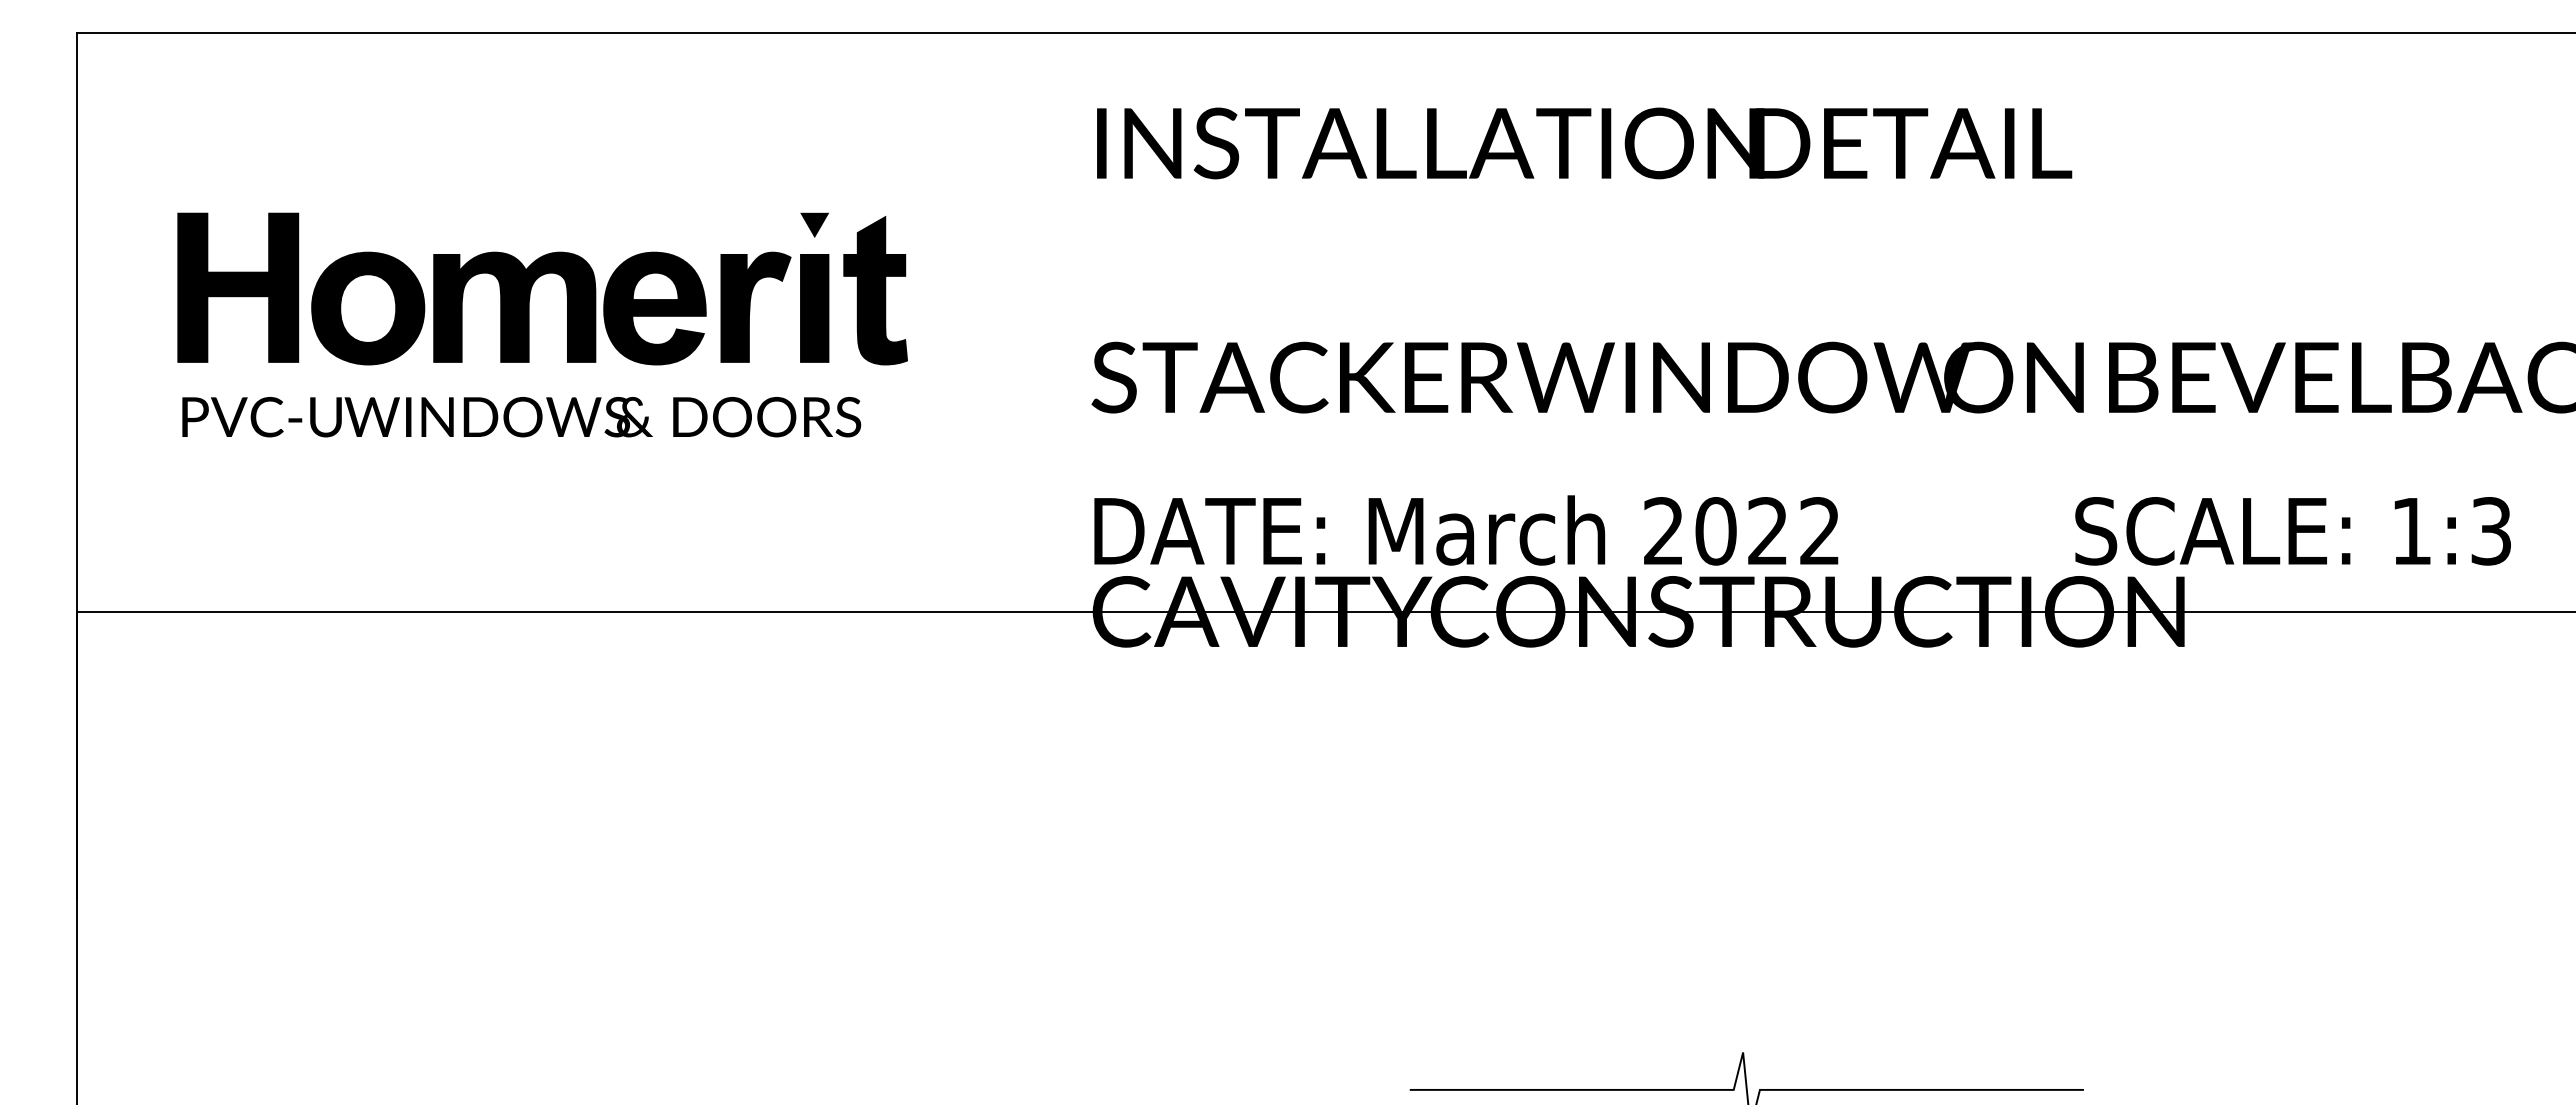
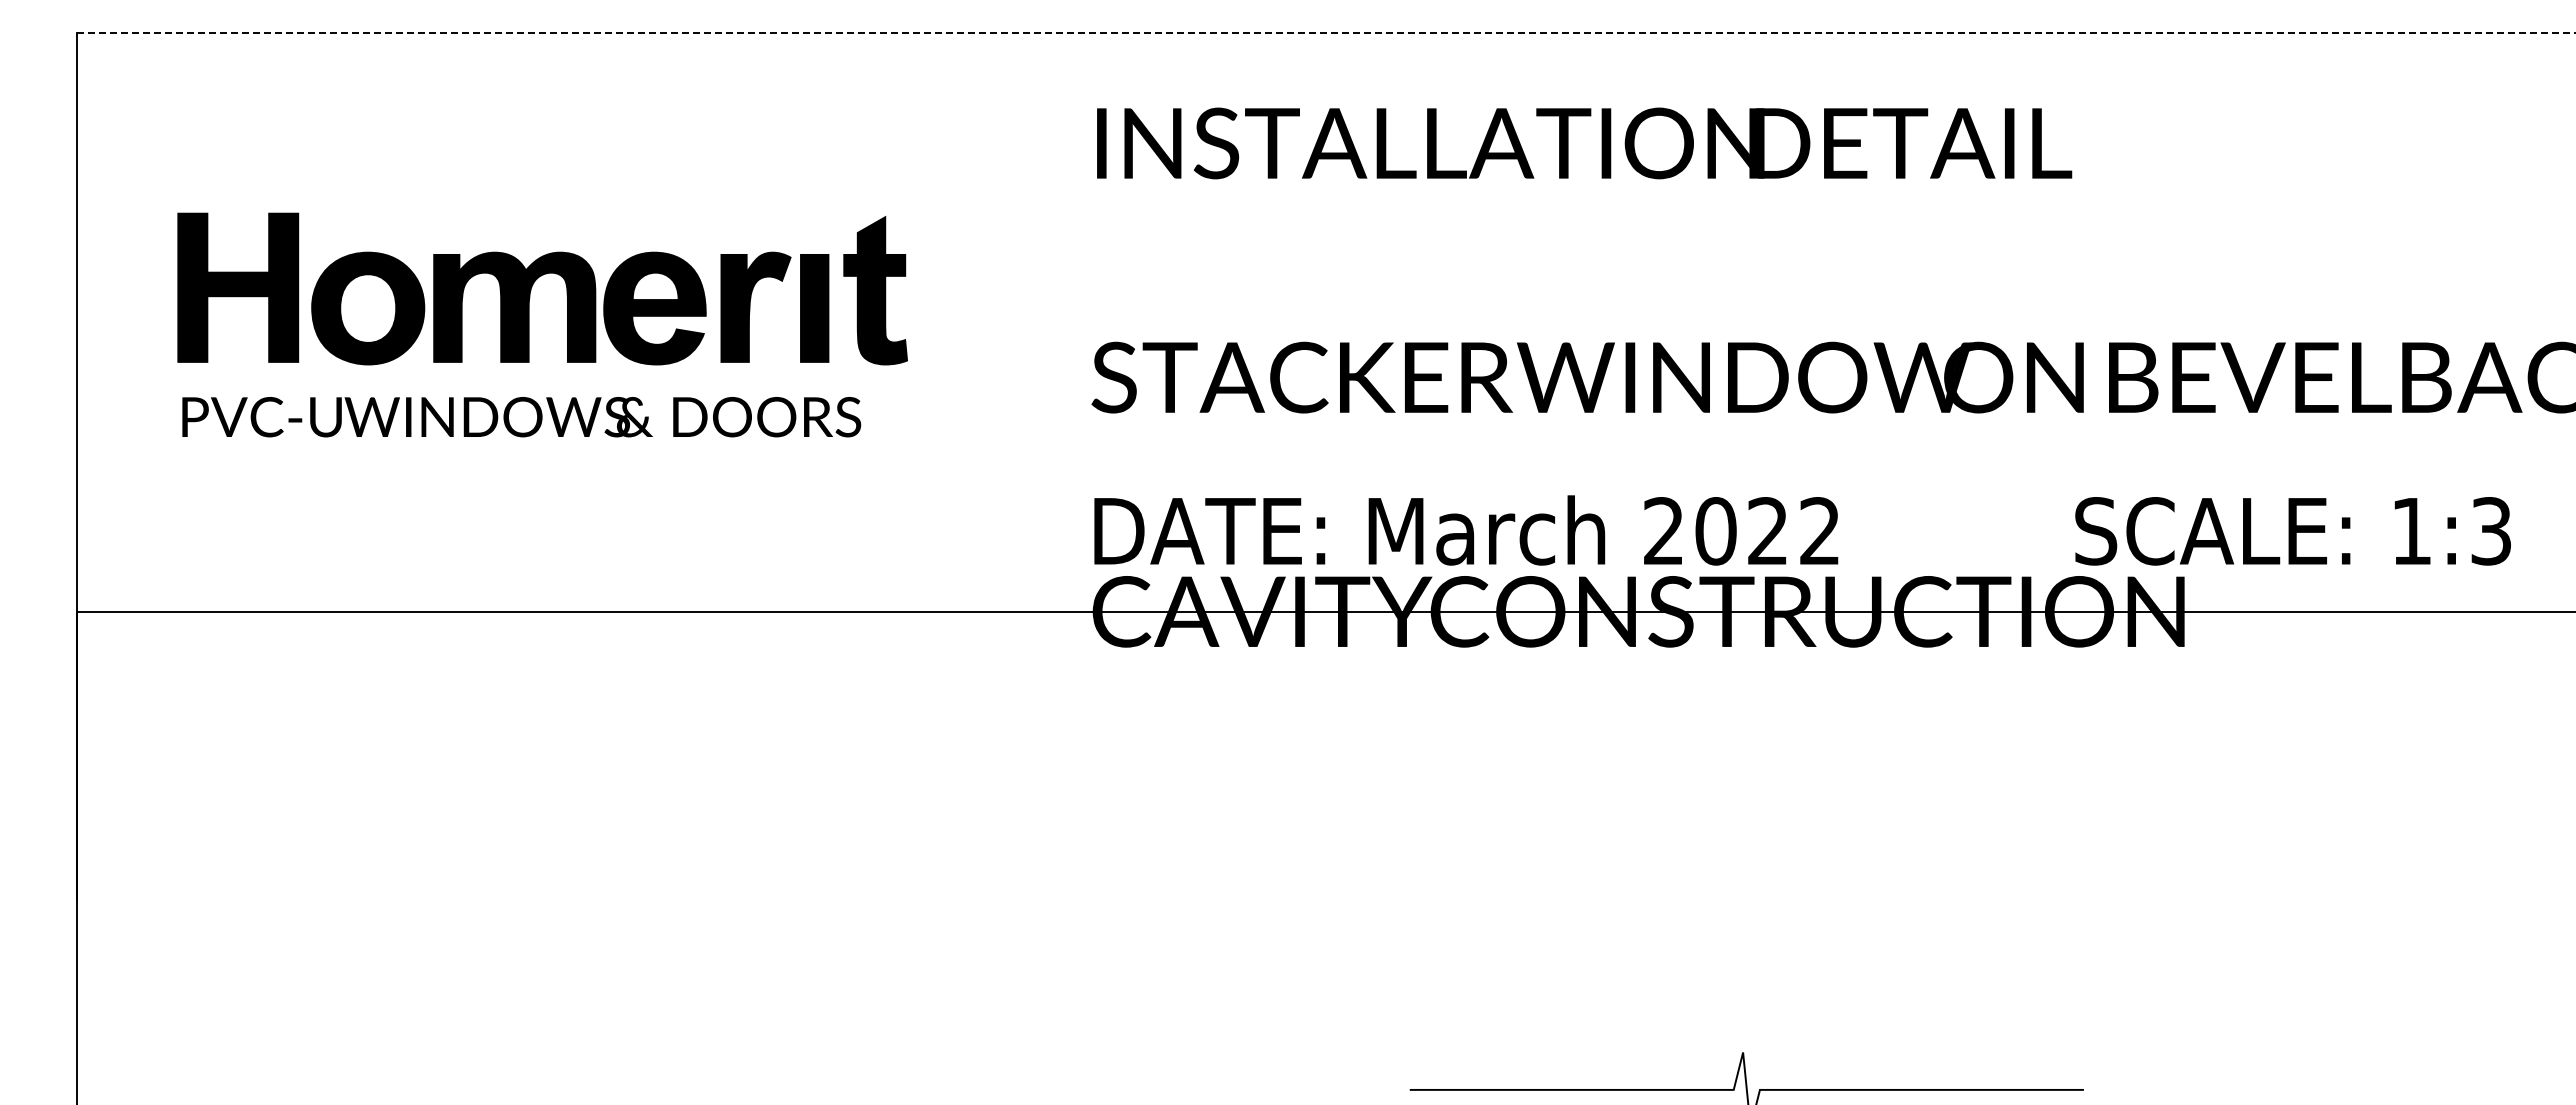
line at (1326, 33): solid -> dashed
fill at (814, 225): present -> none
